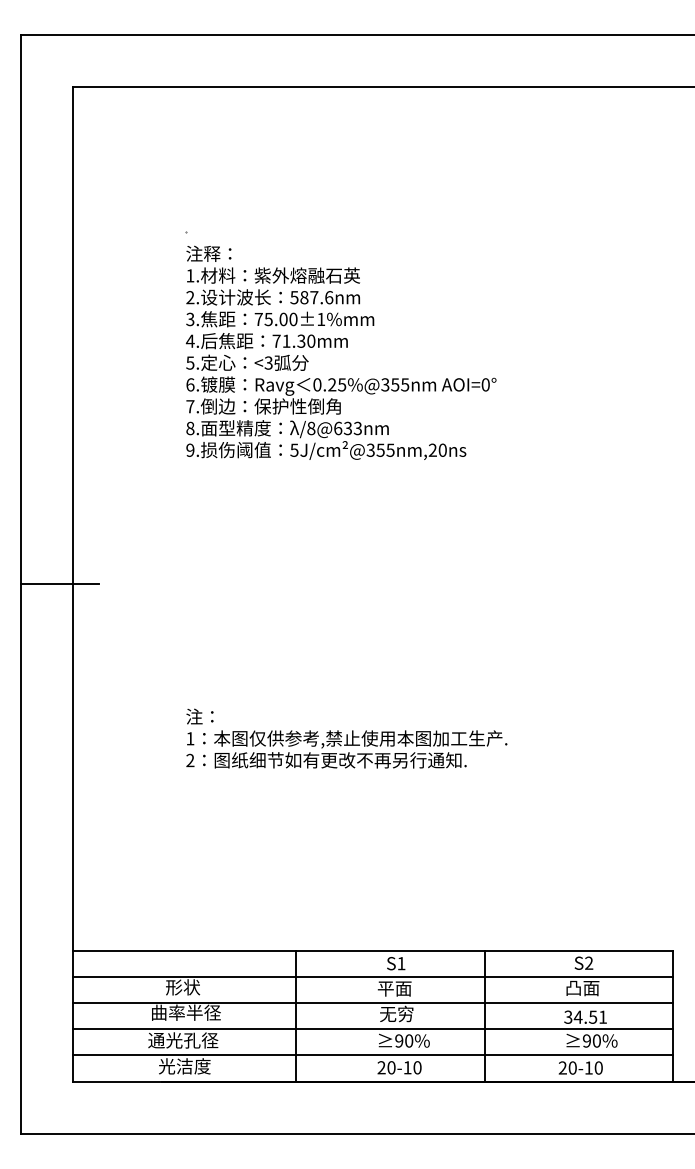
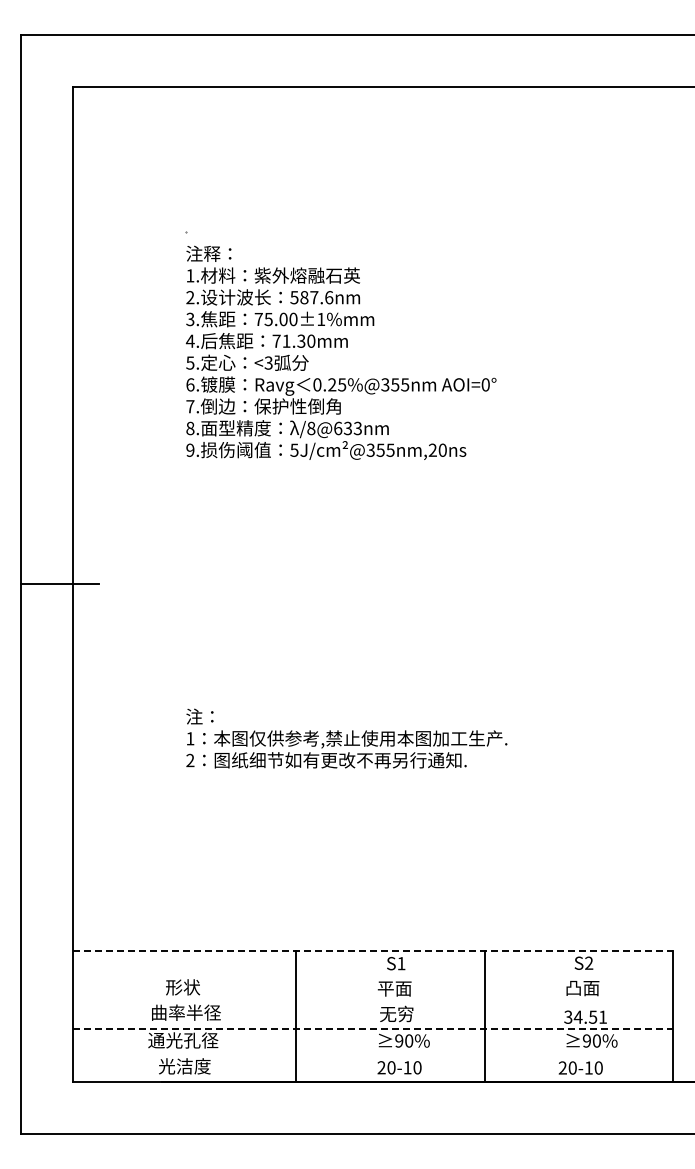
line at (373, 950): solid -> dashed
line at (373, 976): present -> none
line at (373, 1003): present -> none
line at (373, 1029): solid -> dashed
line at (373, 1055): present -> none
